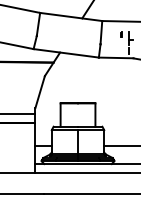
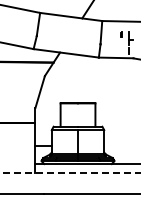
line at (18, 113): present -> none
line at (120, 146): present -> none
line at (70, 172): solid -> dashed
